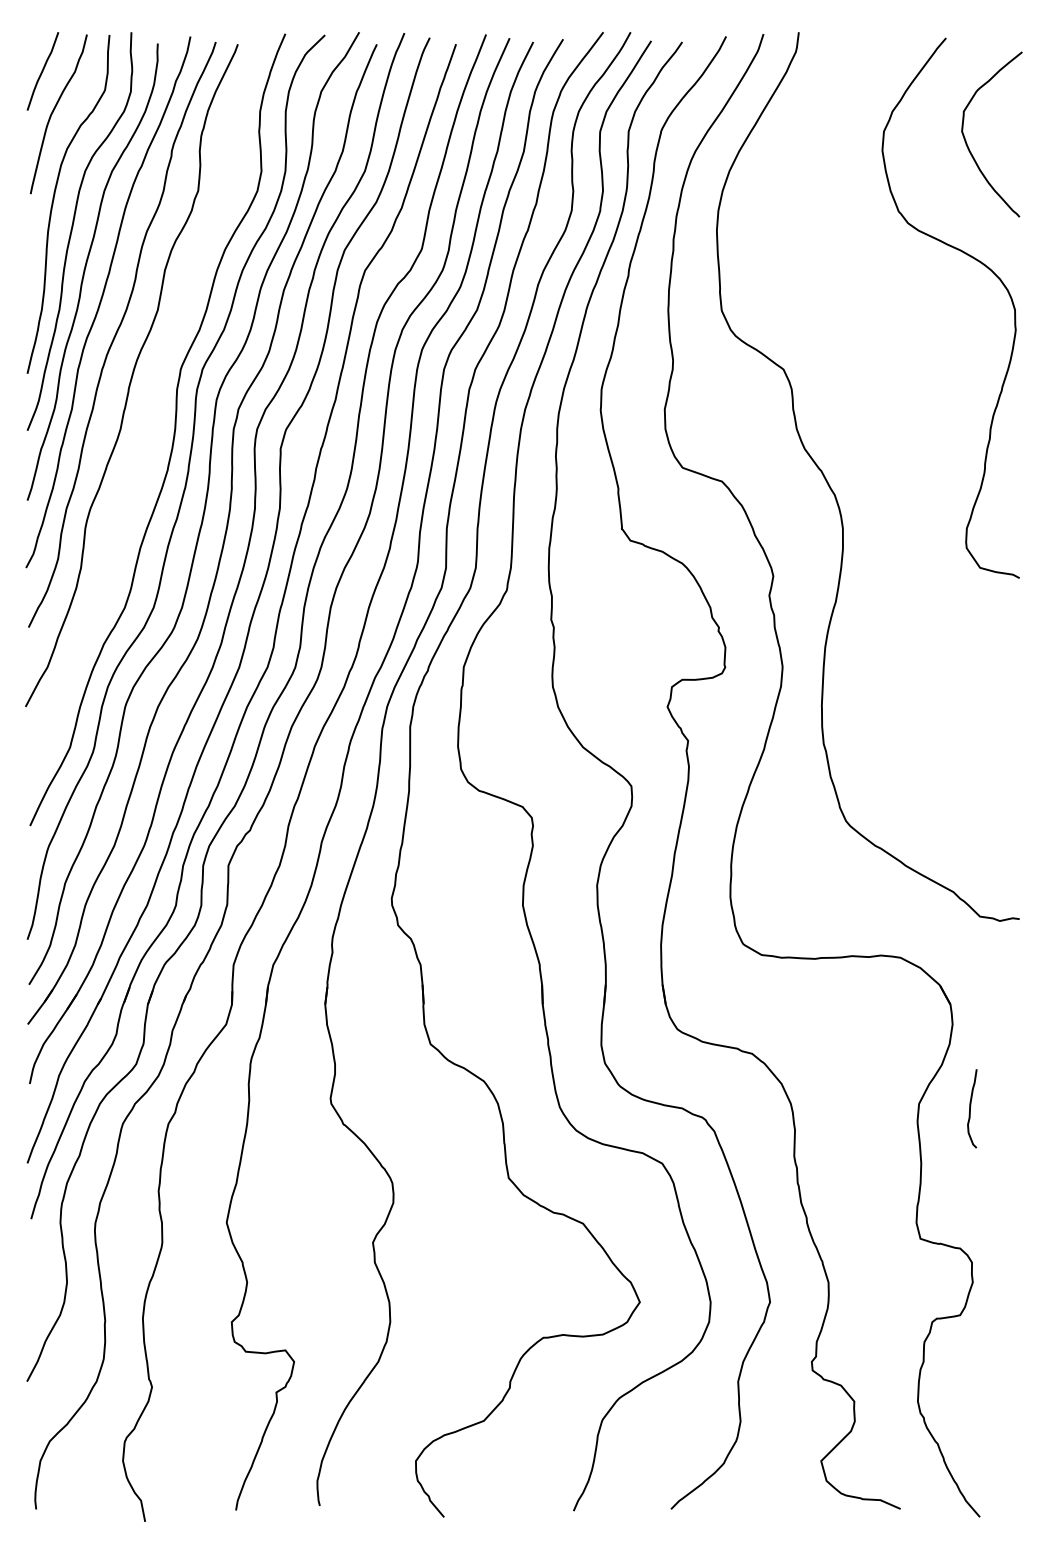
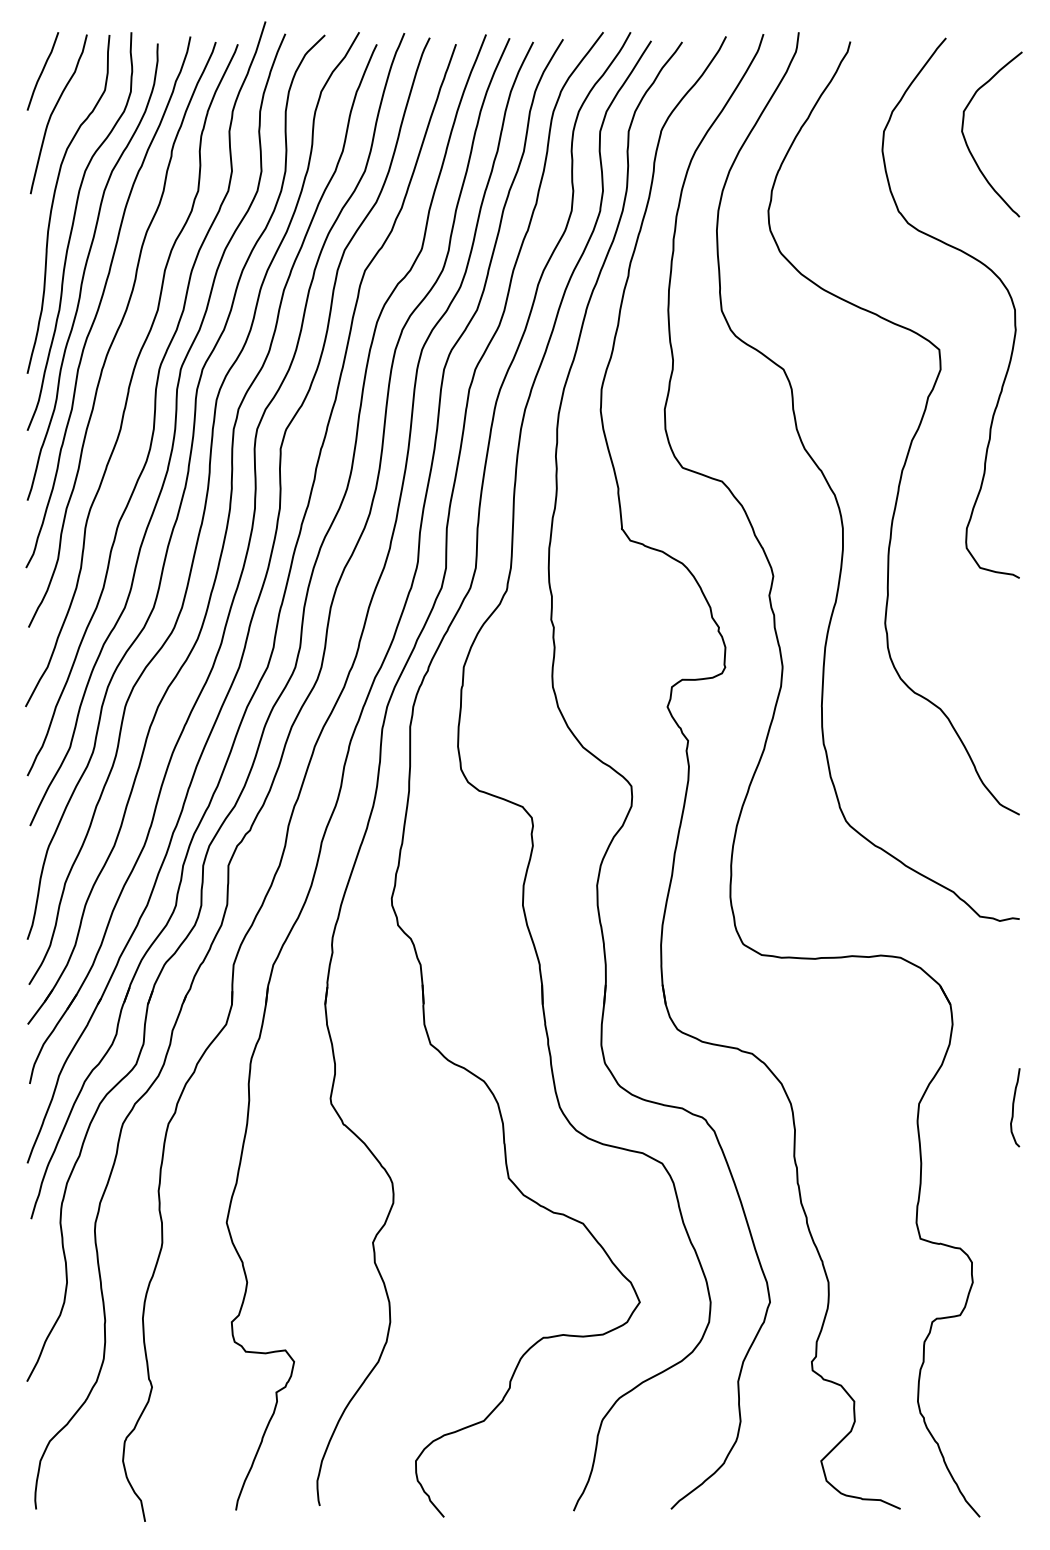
curve at (154, 398): none -> present
curve at (912, 437): none -> present
curve at (970, 1108) position: (970, 1108) -> (1013, 1107)
